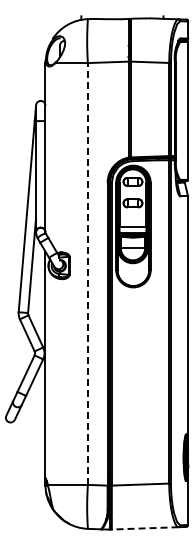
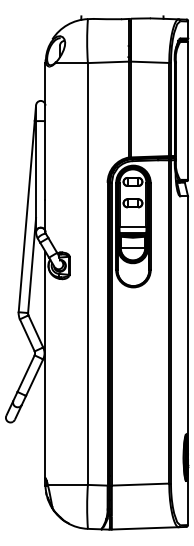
line at (87, 274): dashed -> solid
line at (144, 528): dashed -> solid
